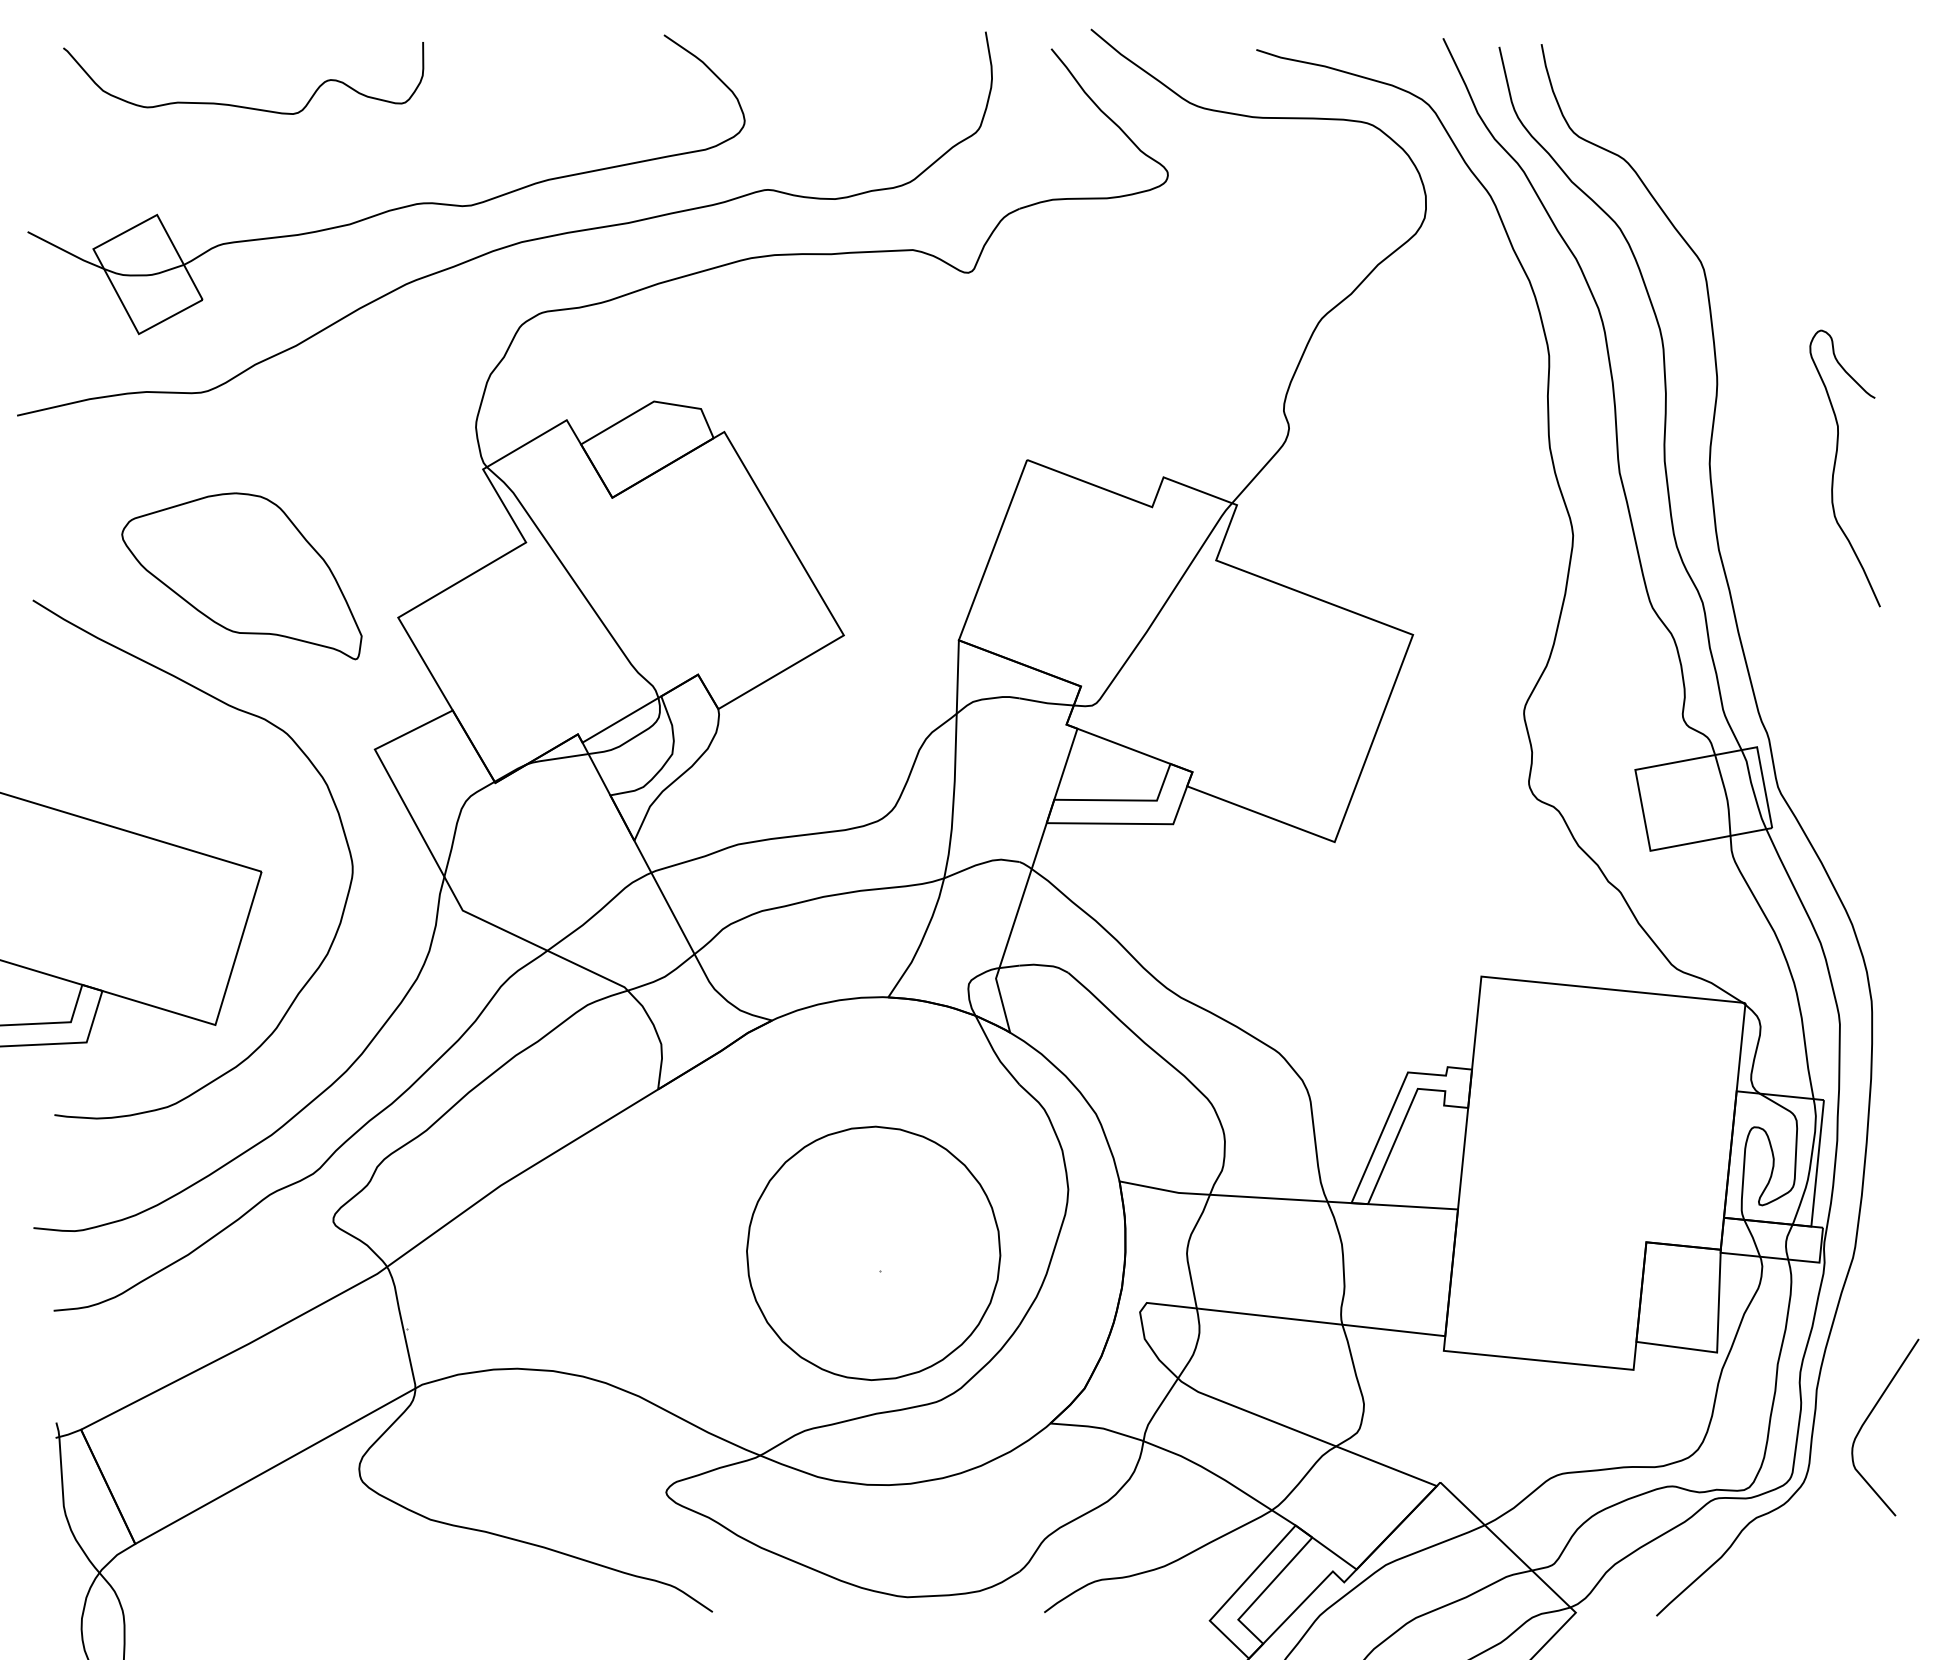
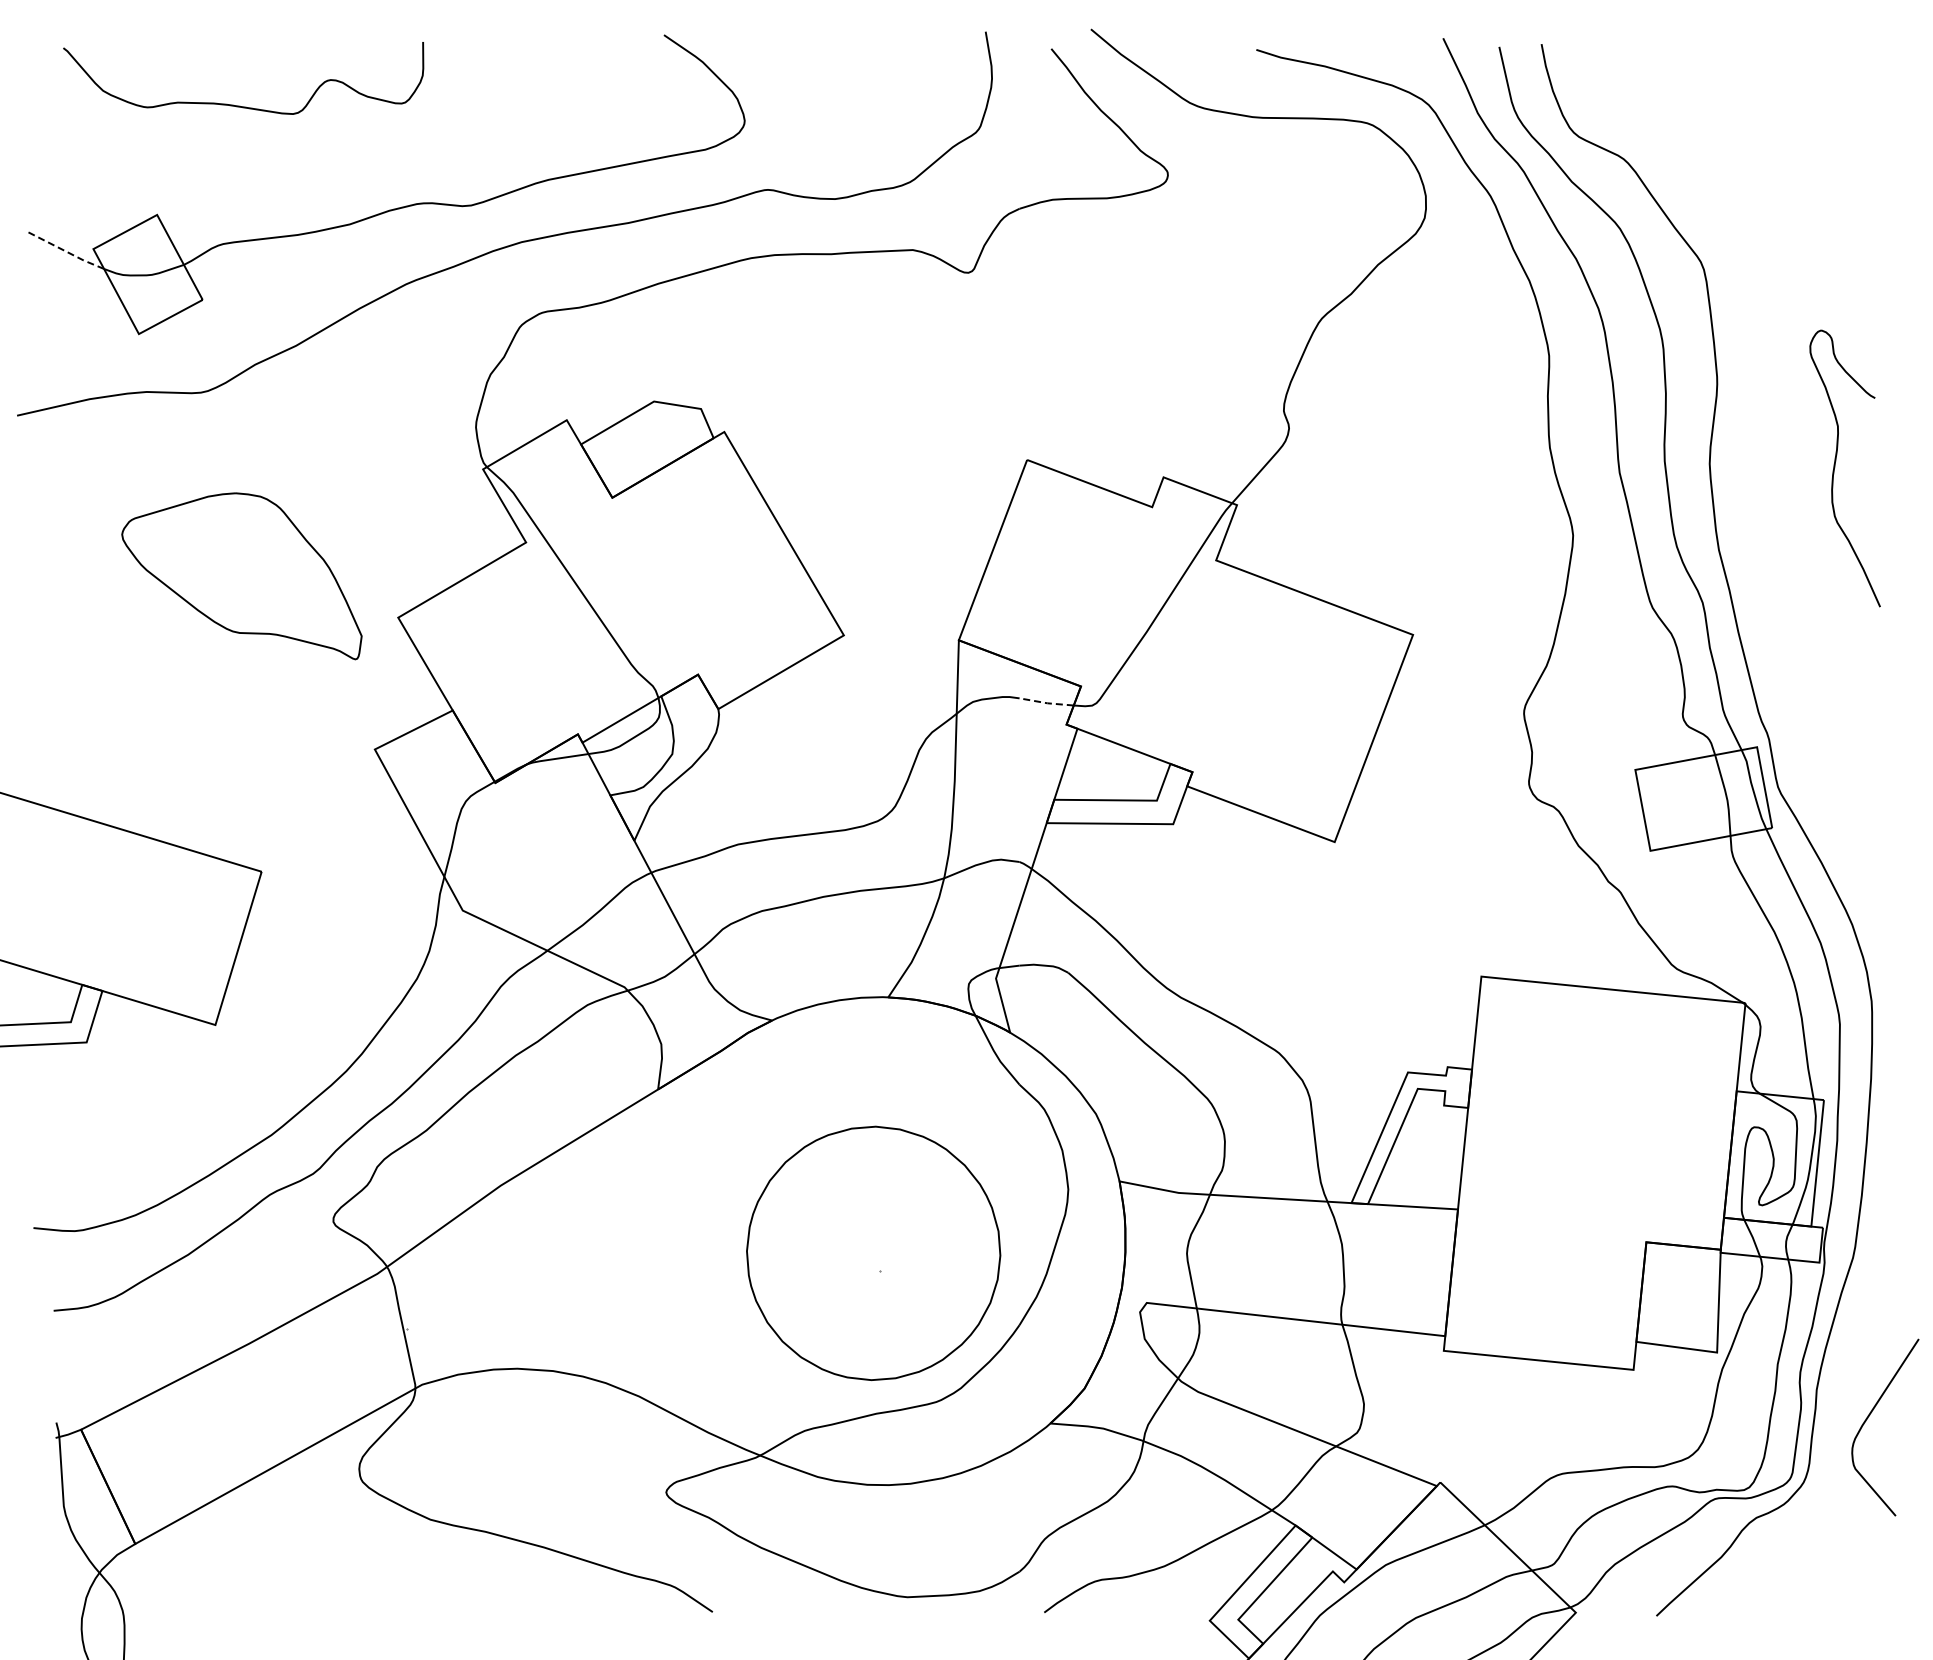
line at (65, 251): solid -> dashed
line at (1046, 703): solid -> dashed
curve at (332, 801): present -> none
